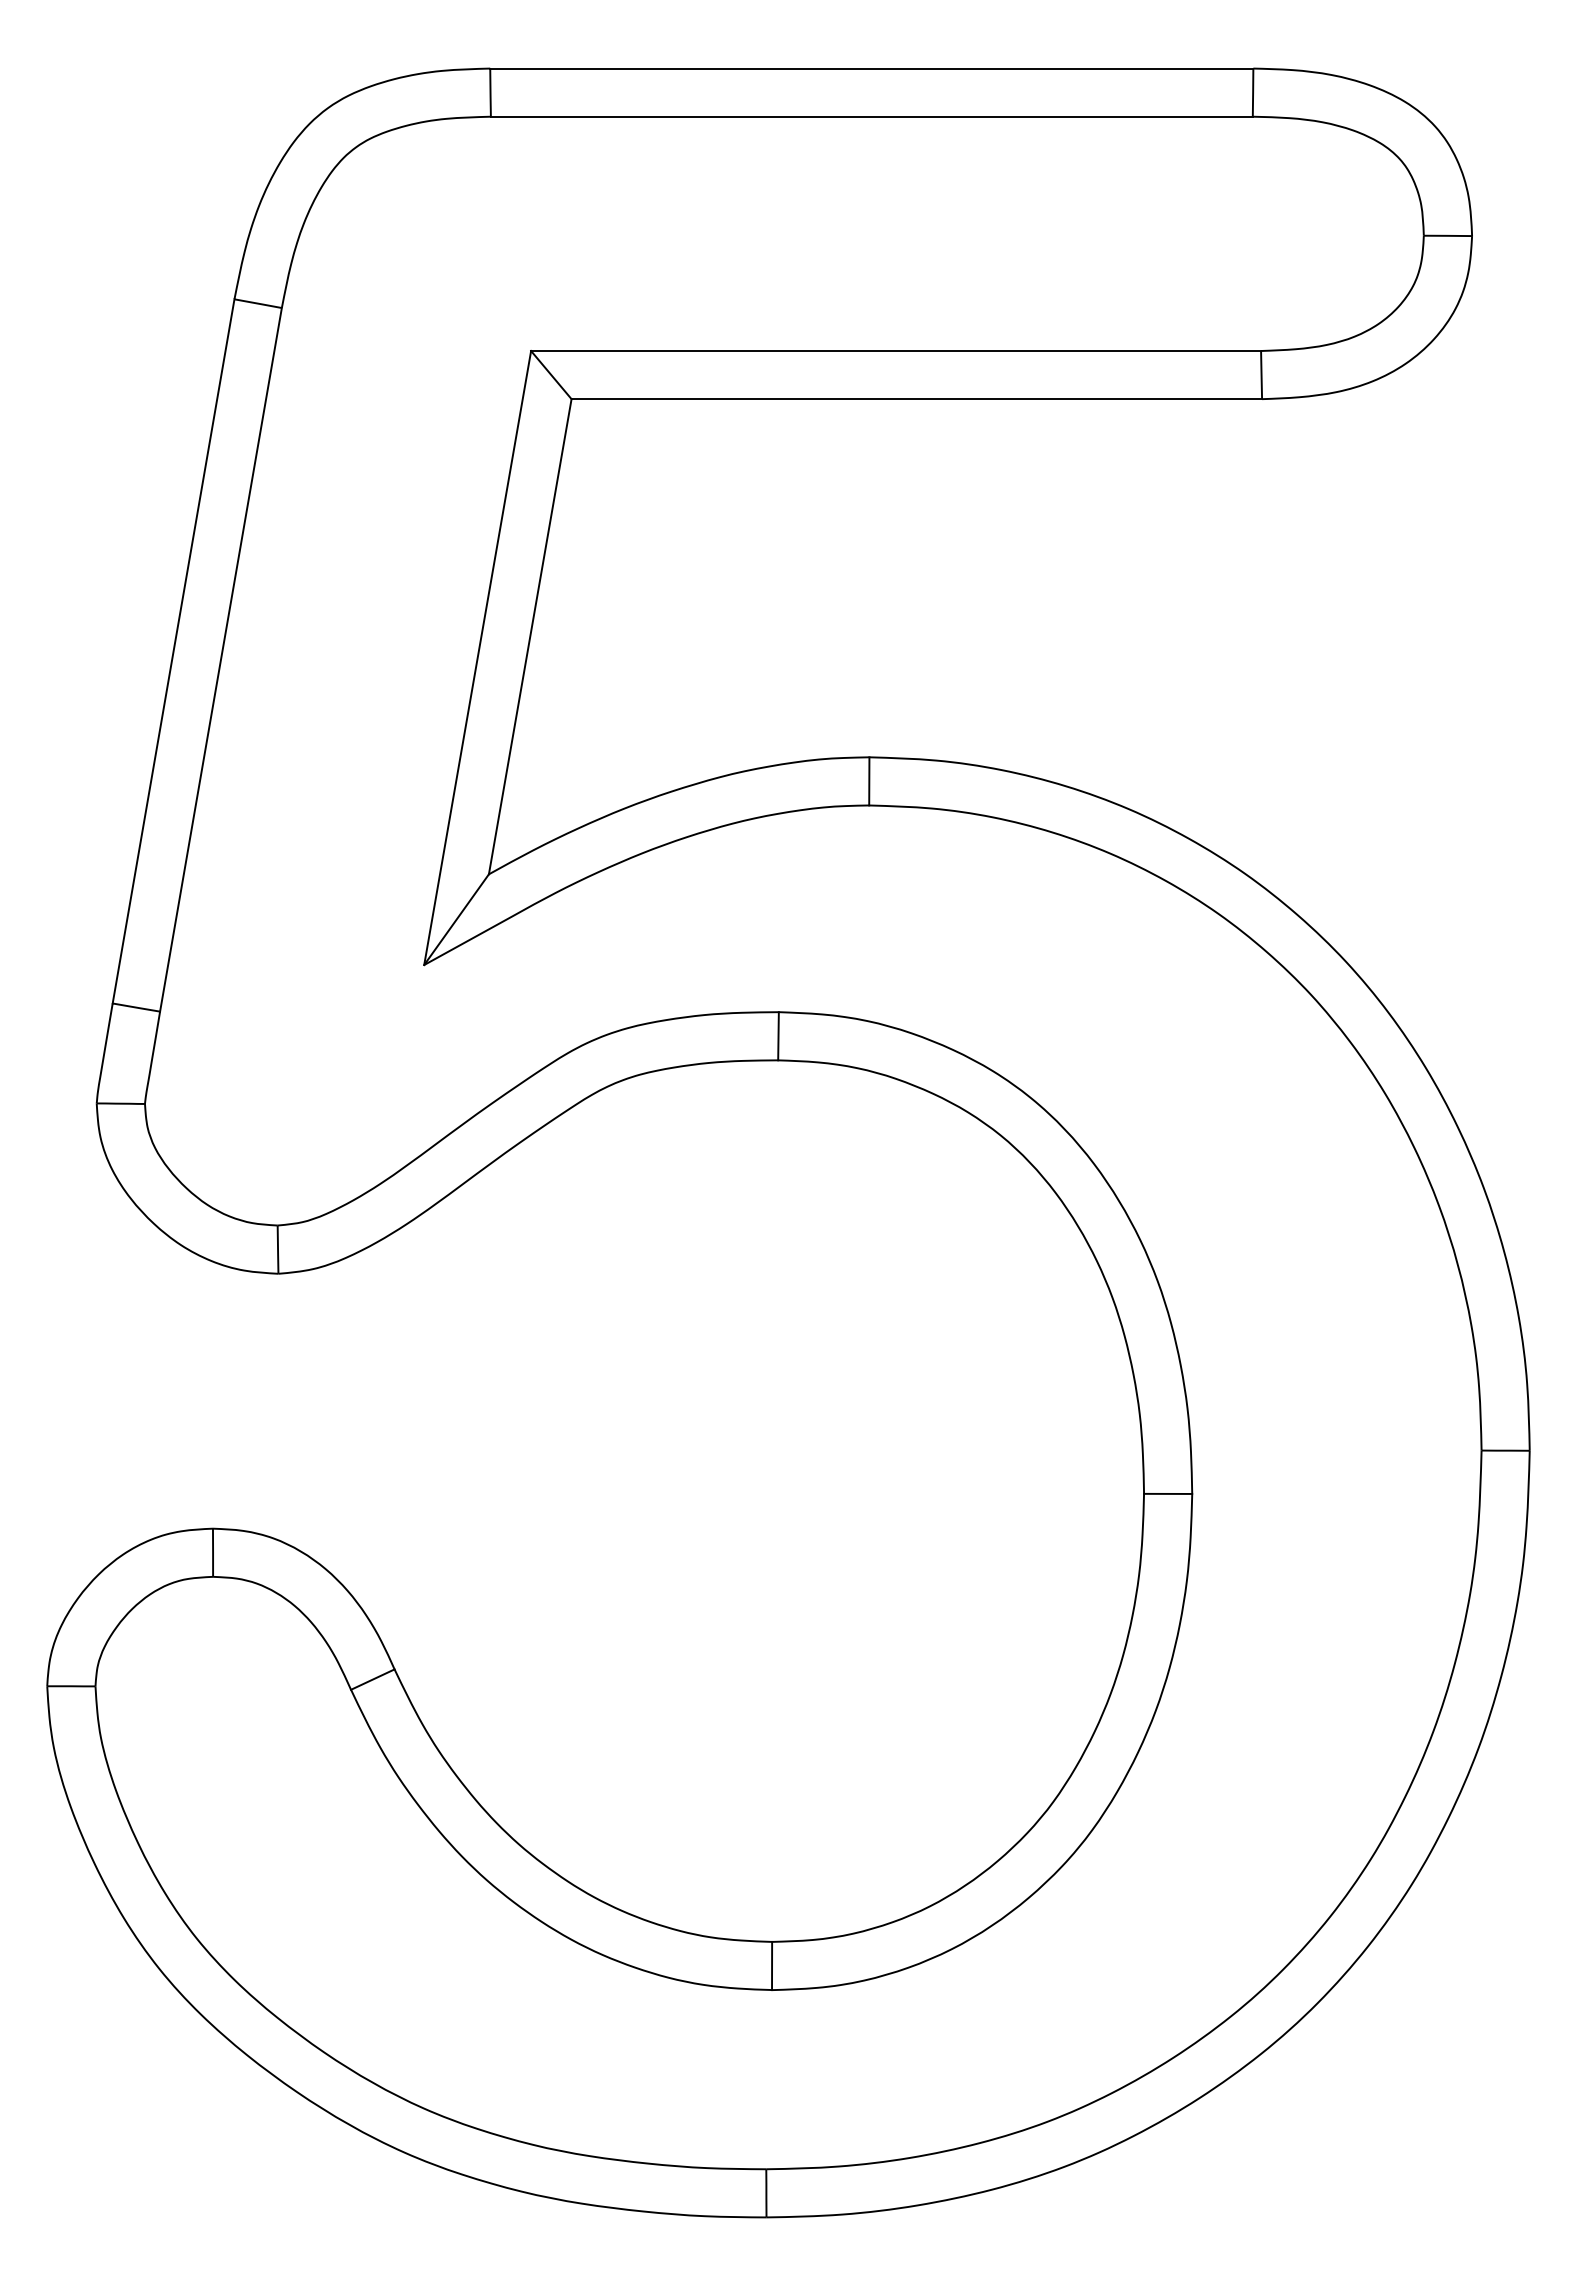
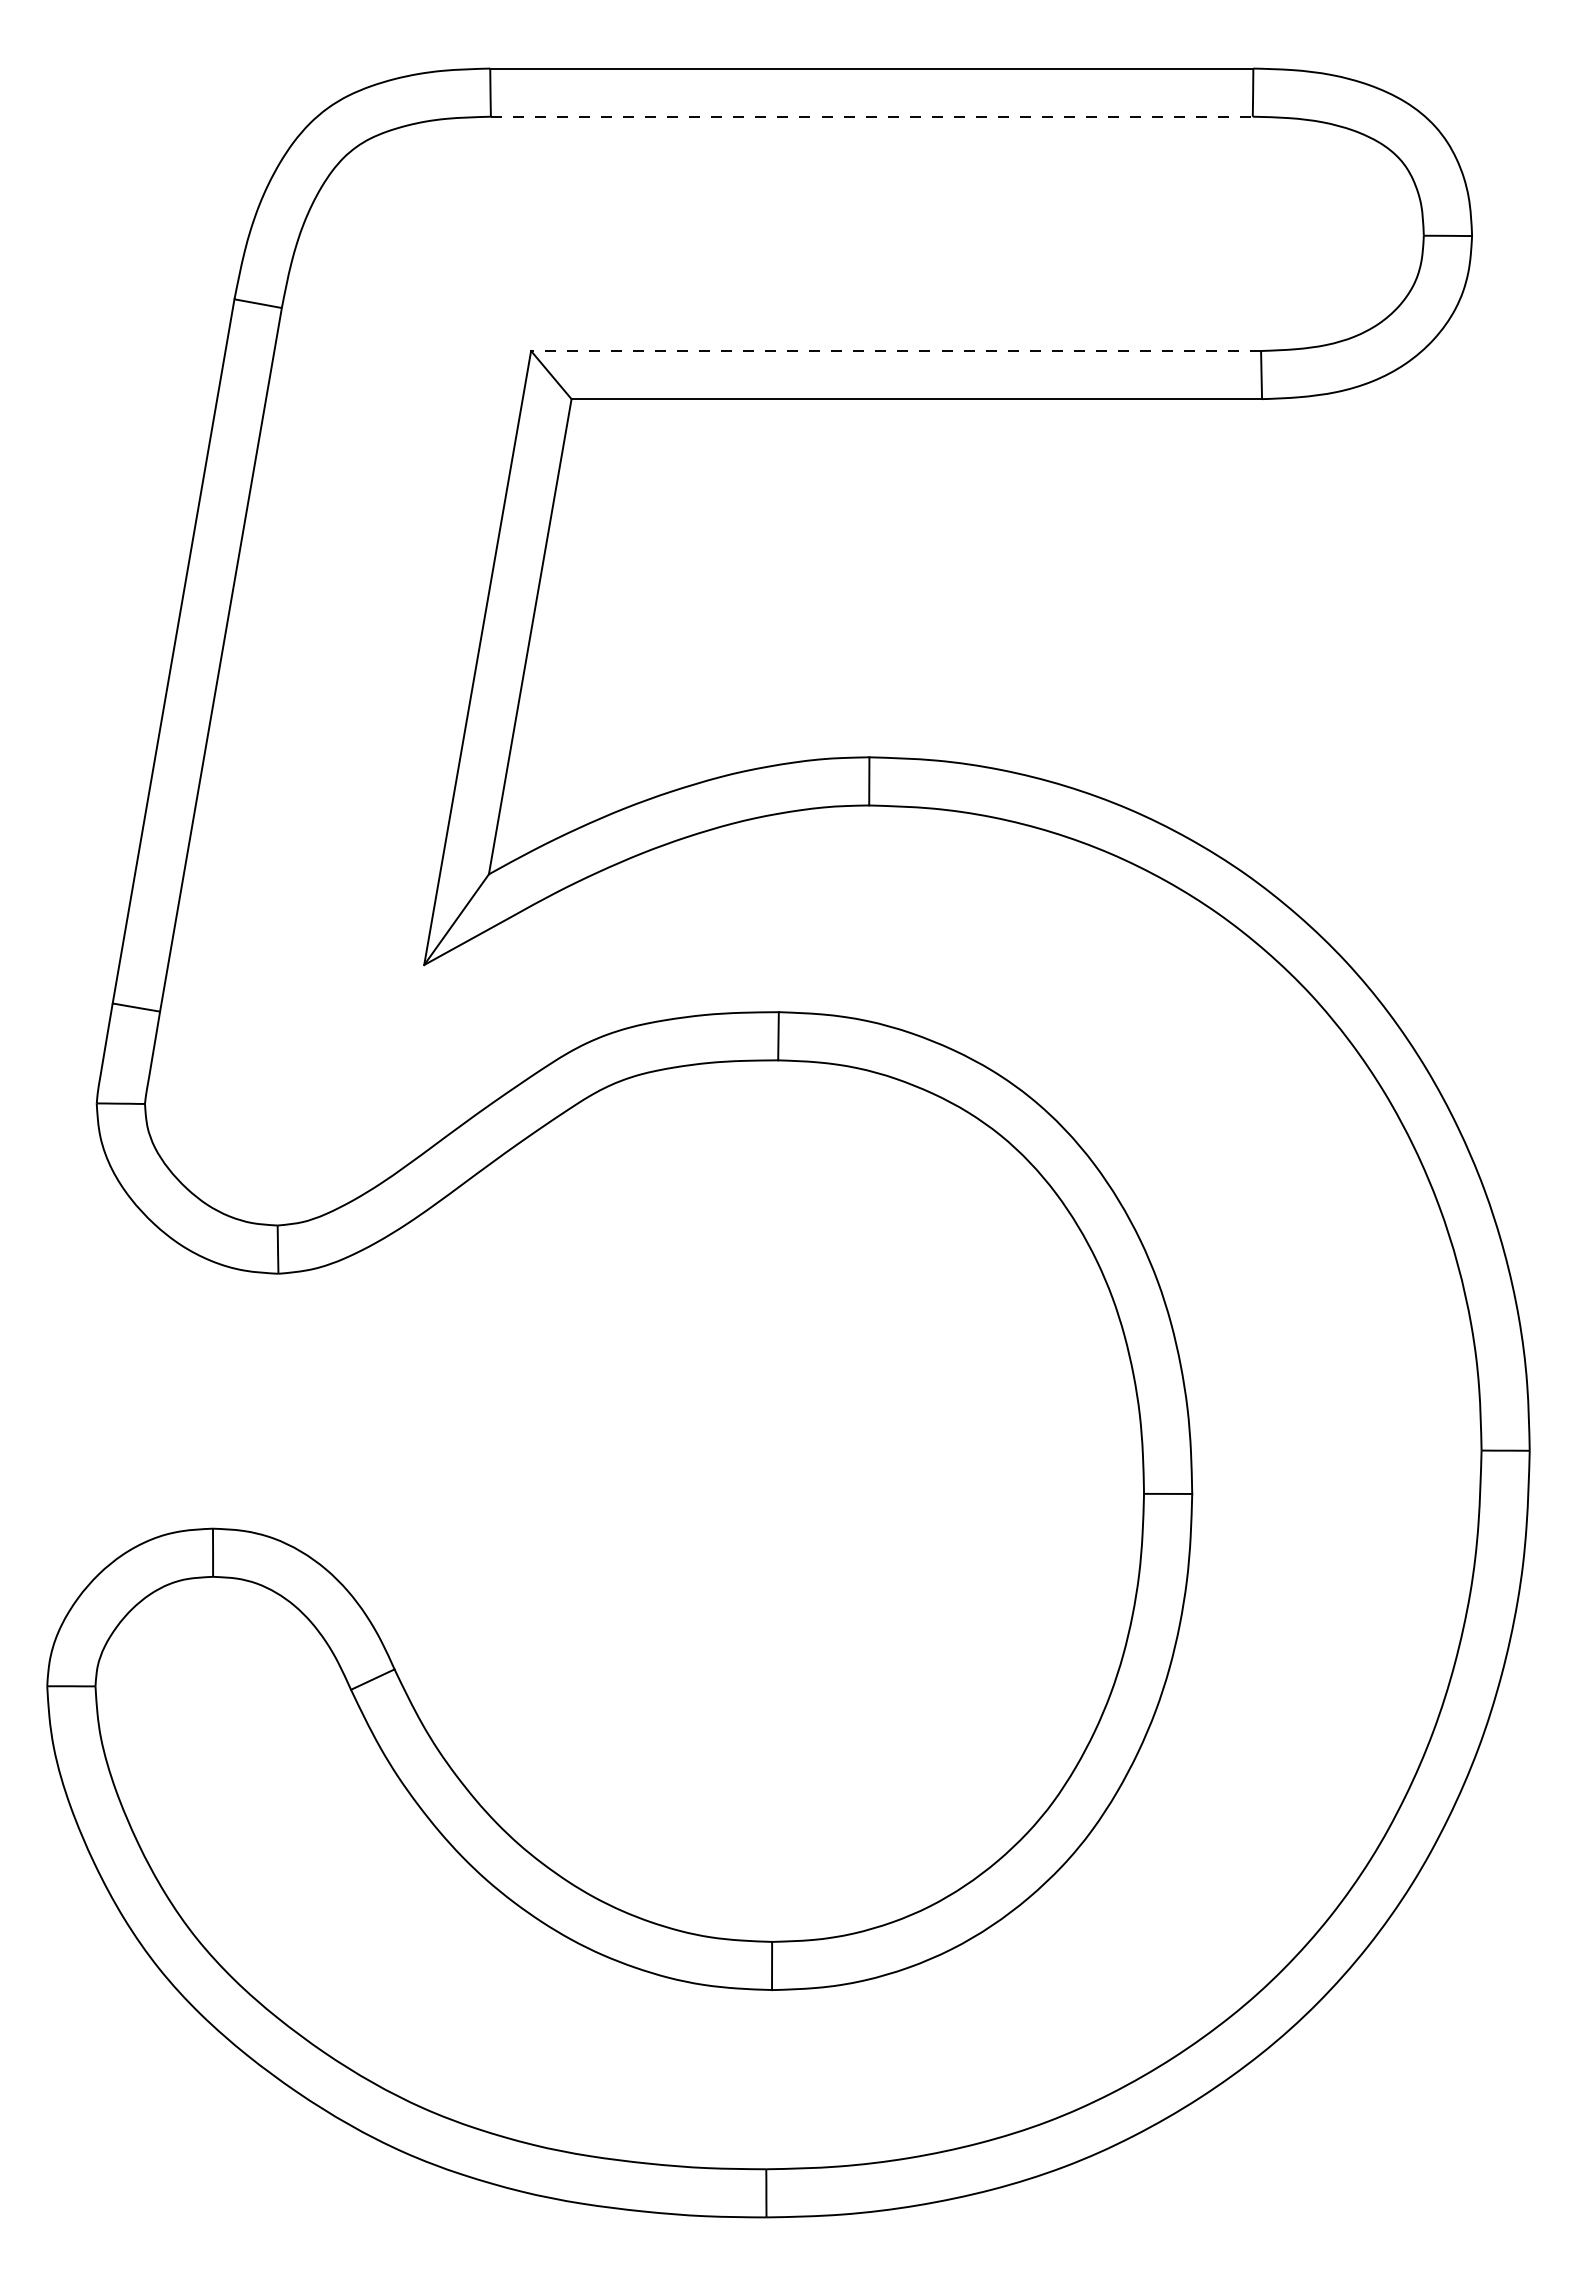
line at (871, 116): solid -> dashed
line at (896, 351): solid -> dashed
